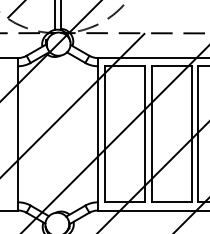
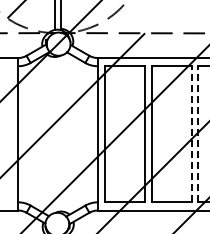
line at (191, 133): solid -> dashed
line at (198, 133): solid -> dashed
